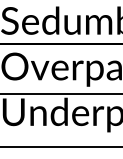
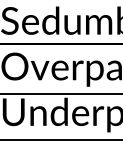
line at (60, 147) position: (60, 147) -> (60, 140)
